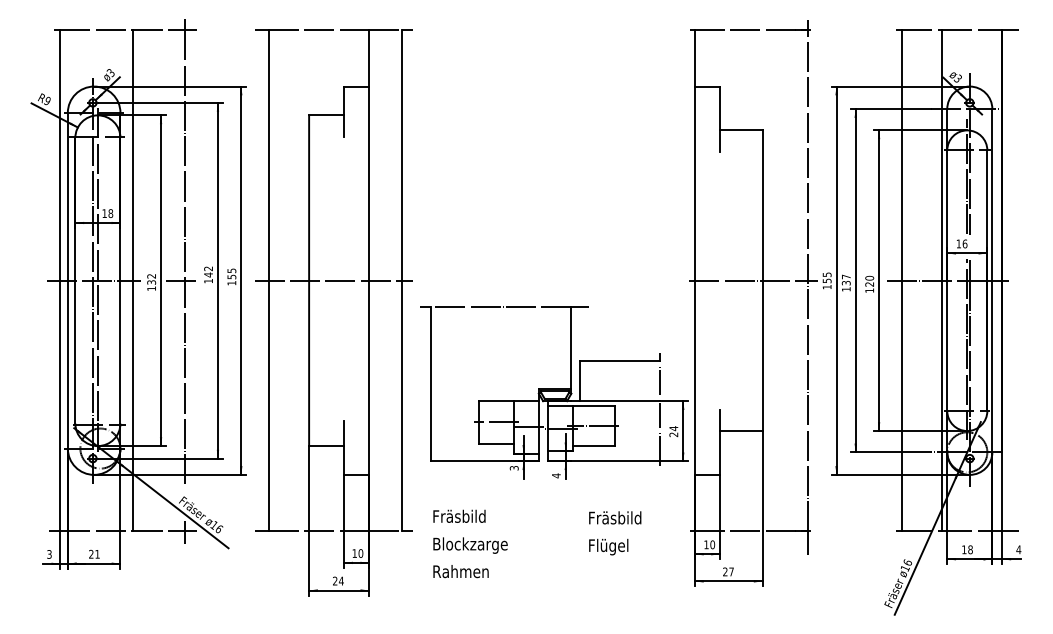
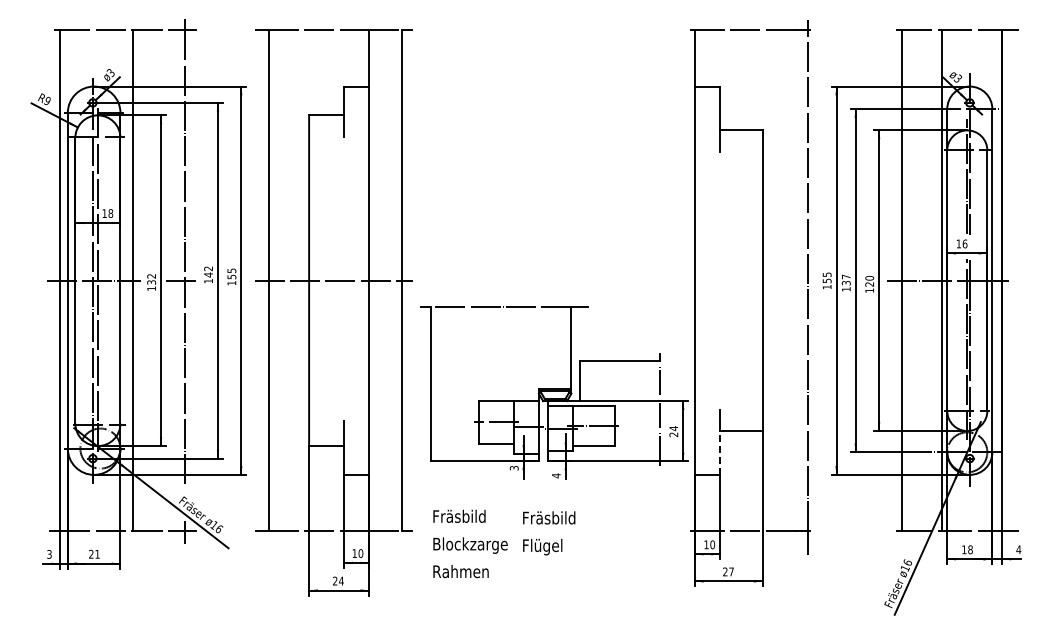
line at (753, 280): present -> none
line at (720, 452): solid -> dashed
text at (615, 533) position: (615, 533) -> (549, 533)
